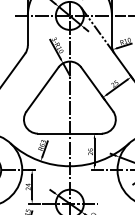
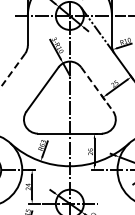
line at (12, 71): solid -> dashed
line at (97, 89): solid -> dashed
